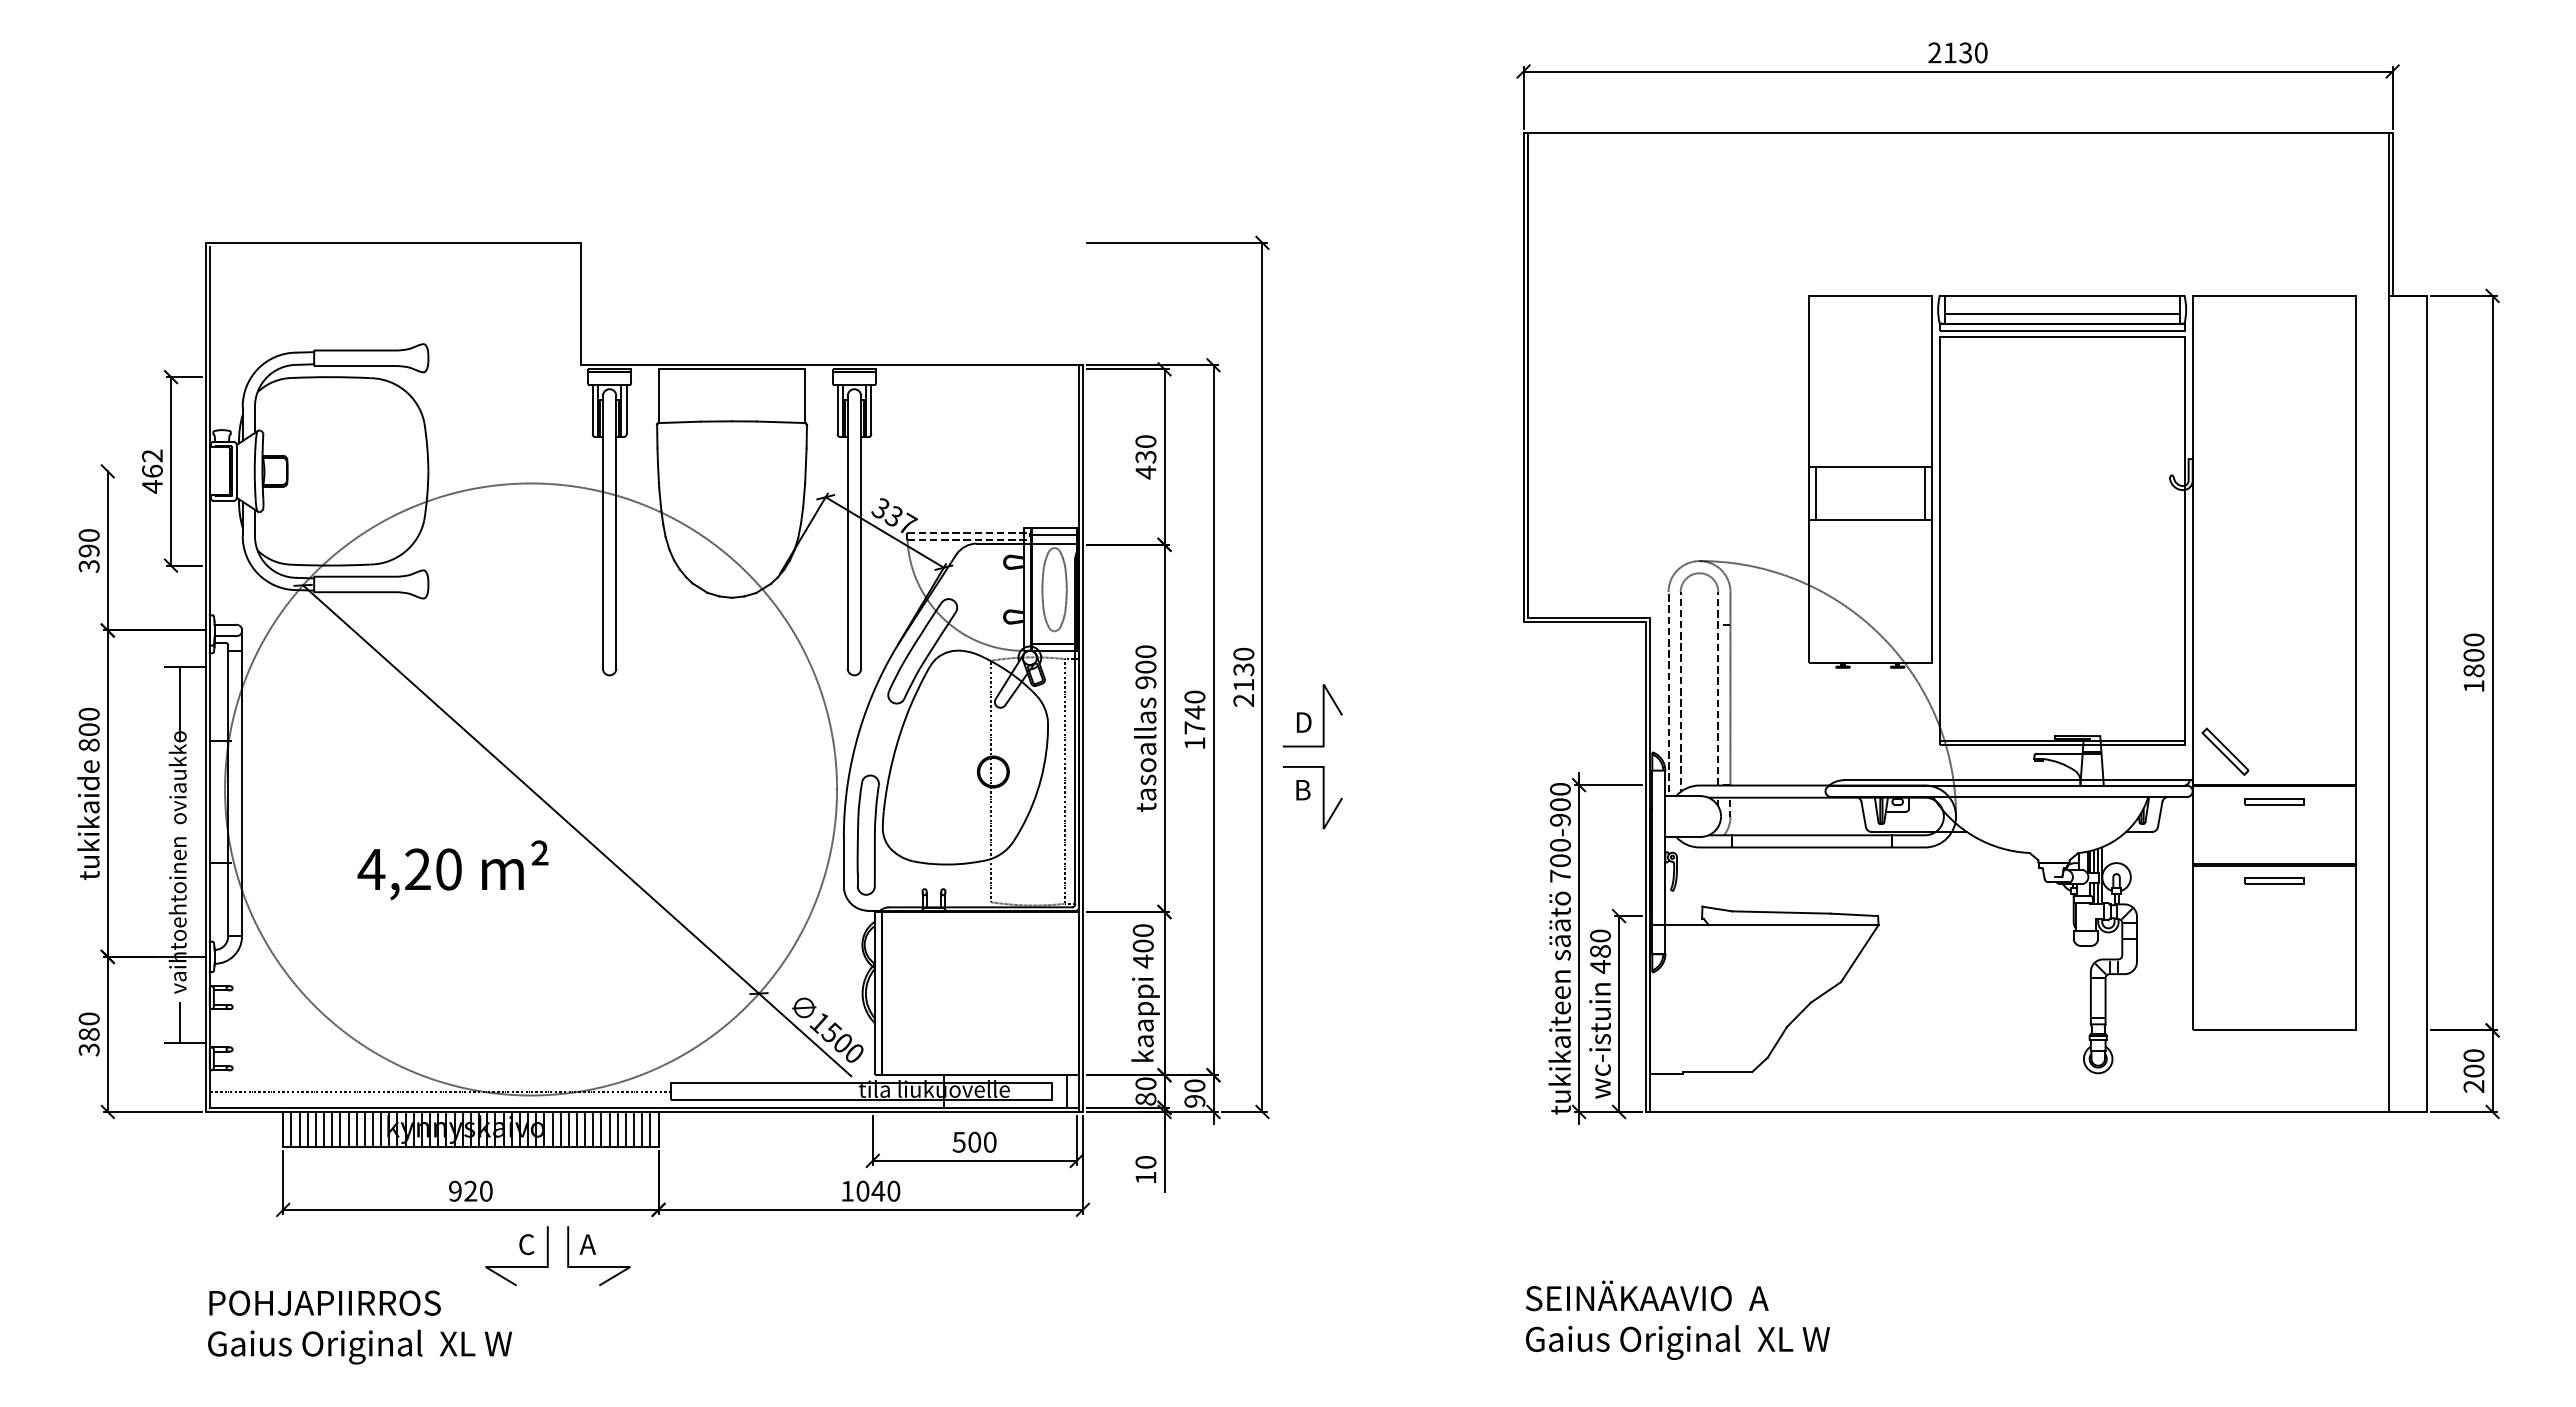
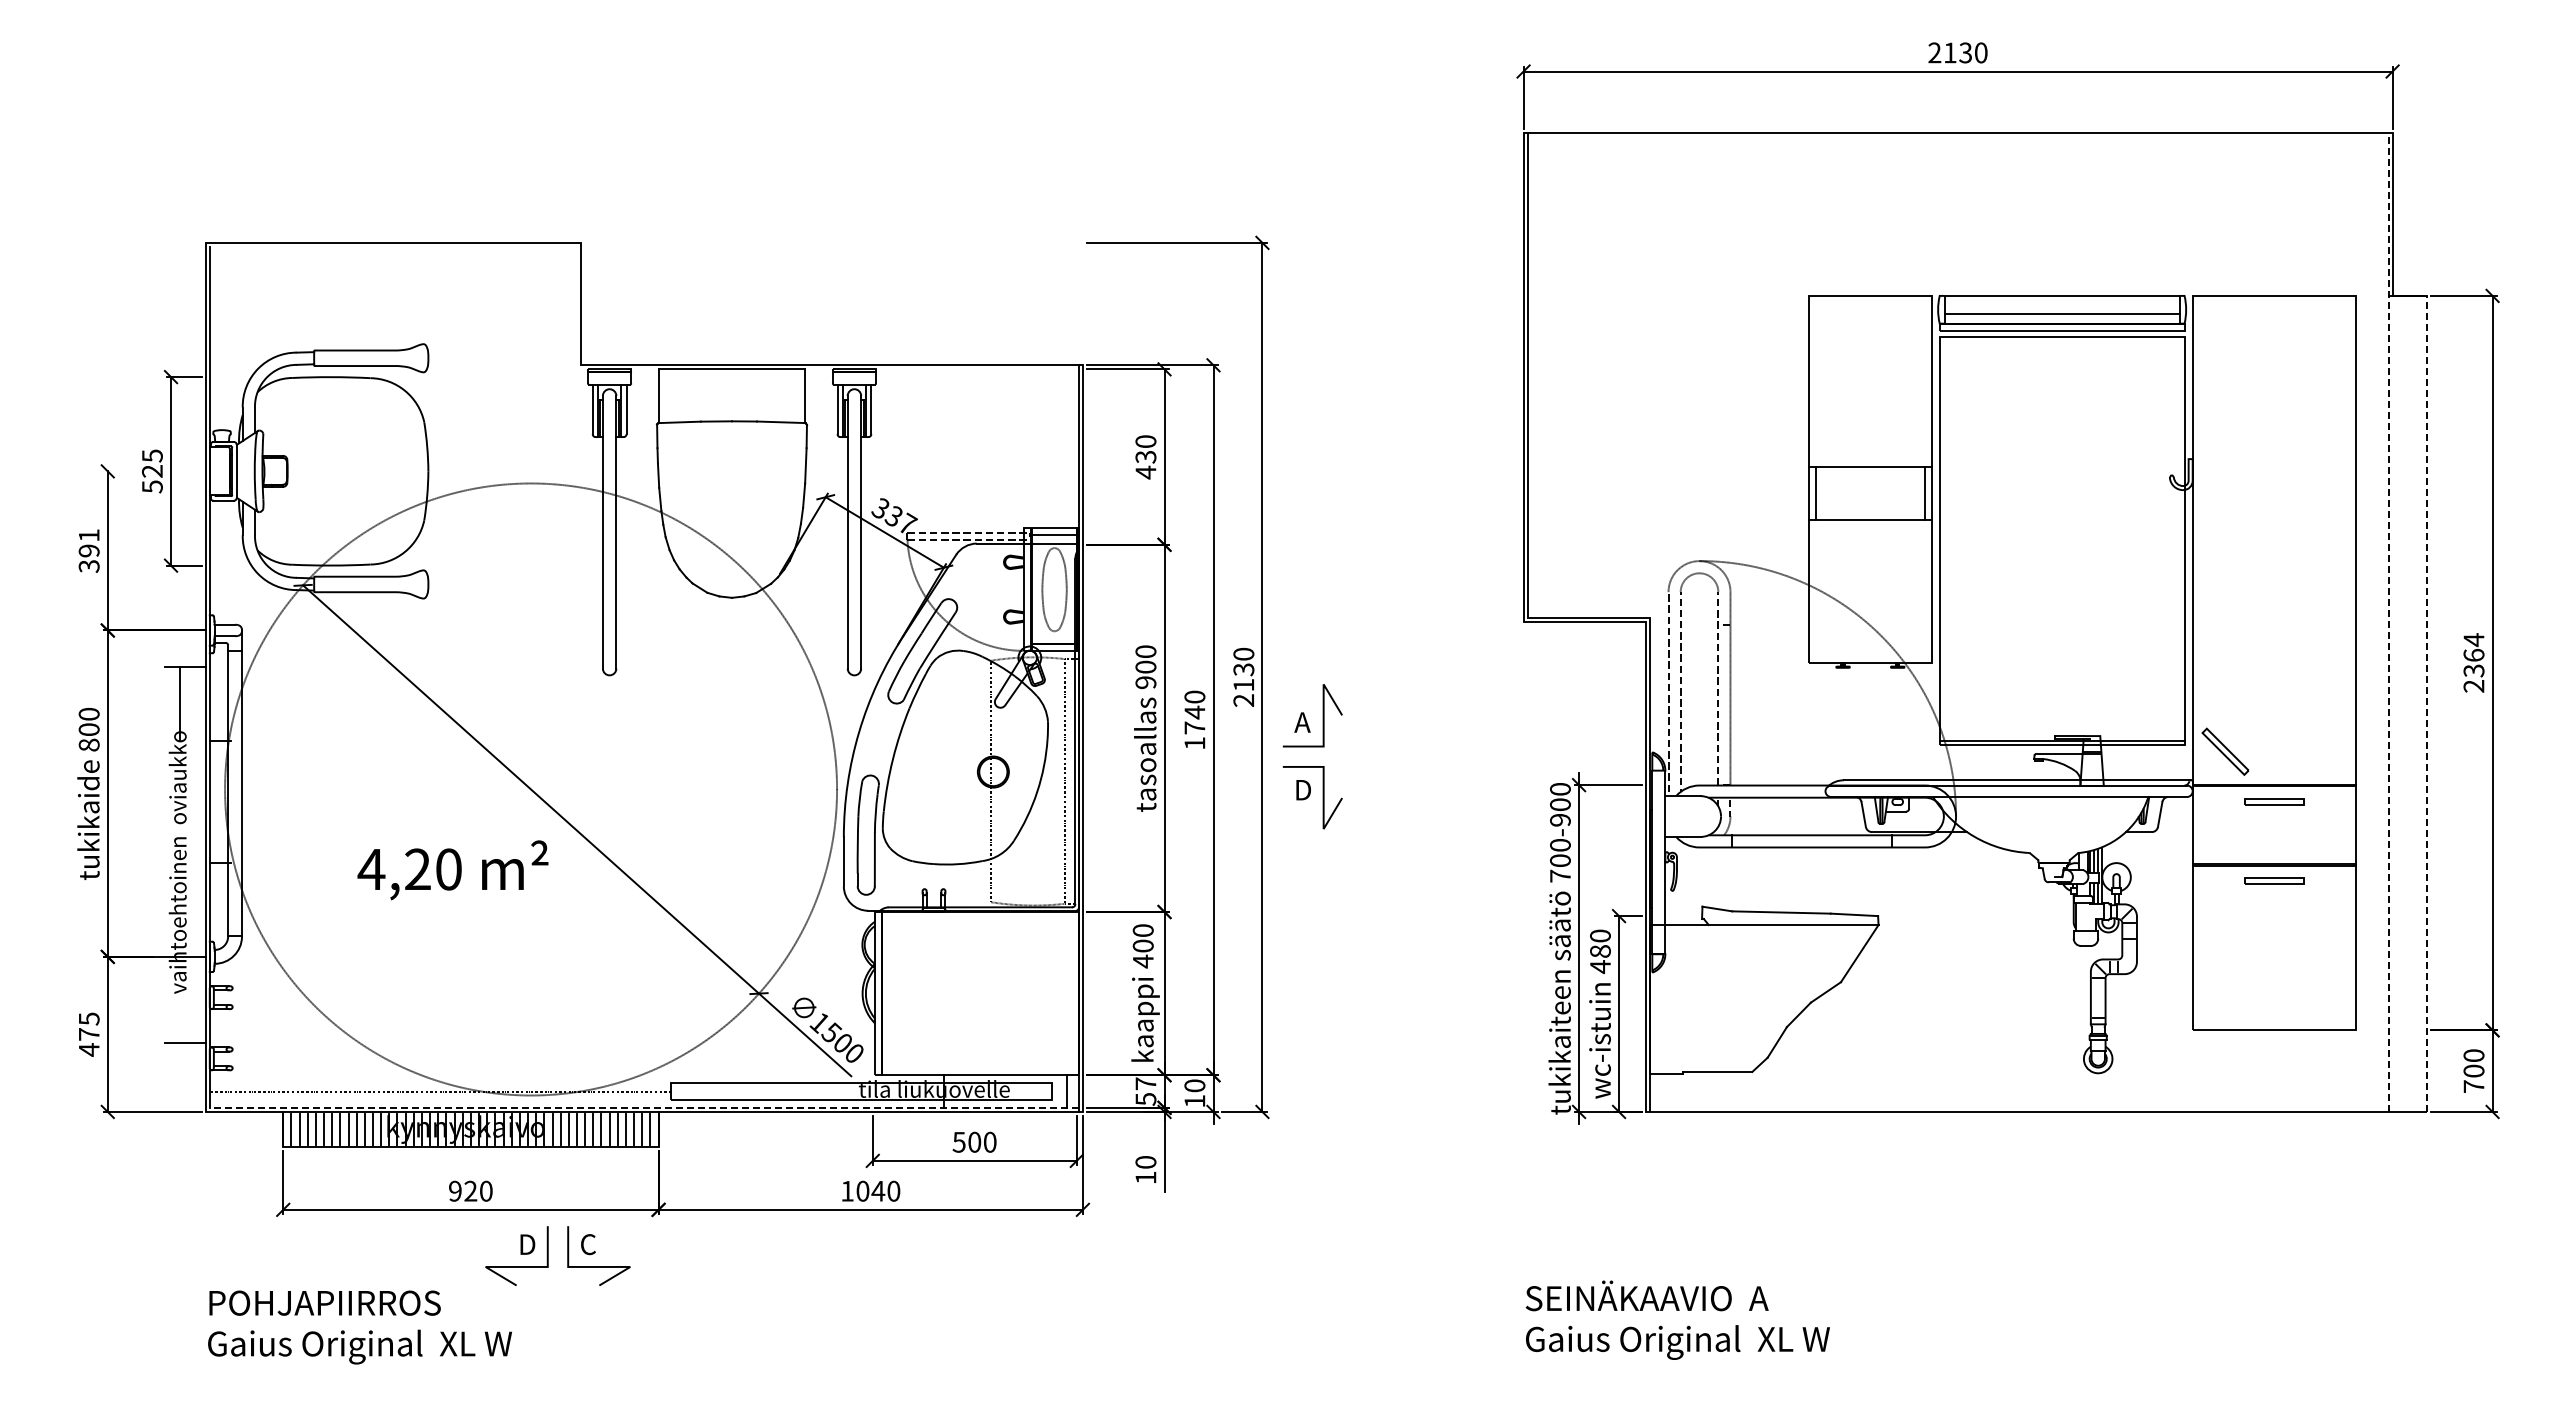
text at (152, 471): 462 -> 525
text at (88, 535): 390 -> 391
line at (2388, 622): solid -> dashed
text at (2473, 662): 1800 -> 2364
line at (2427, 703): solid -> dashed
text at (1302, 722): D -> A
text at (1304, 790): B -> D
line at (180, 1022): present -> none
text at (88, 1034): 380 -> 475
text at (2473, 1086): 200 -> 700
text at (1145, 1091): 80 -> 57
text at (1194, 1101): 90 -> 10
line at (644, 1107): solid -> dashed
text at (527, 1244): C -> D
text at (587, 1244): A -> C
